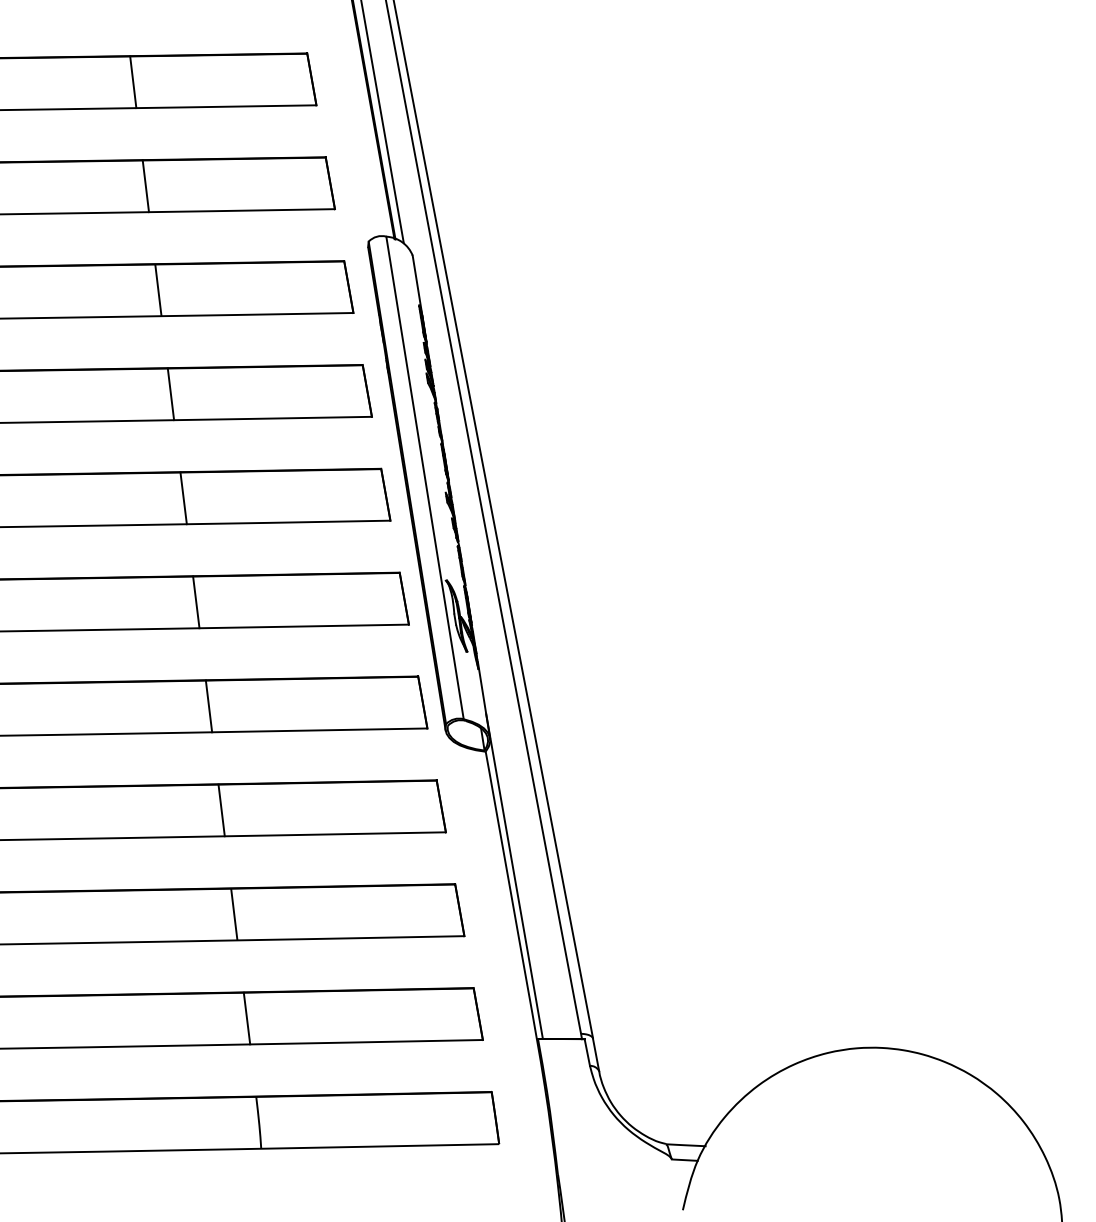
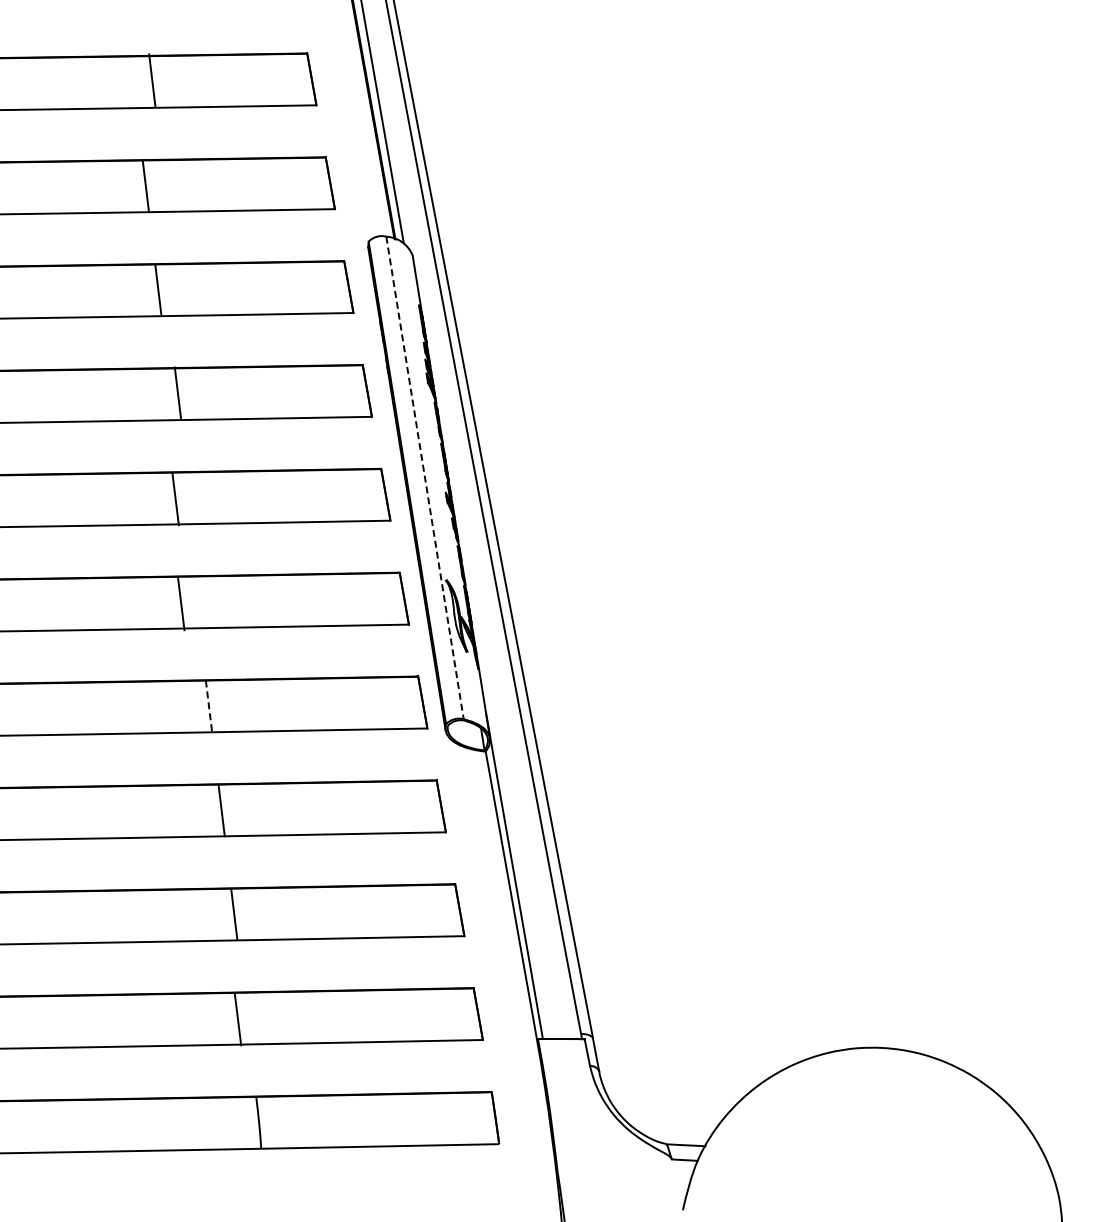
line at (133, 82) position: (133, 82) -> (152, 80)
line at (170, 394) position: (170, 394) -> (177, 393)
line at (425, 478): solid -> dashed
line at (183, 498) position: (183, 498) -> (175, 499)
line at (196, 602) position: (196, 602) -> (181, 604)
line at (209, 706): solid -> dashed
line at (246, 1018) position: (246, 1018) -> (237, 1019)
